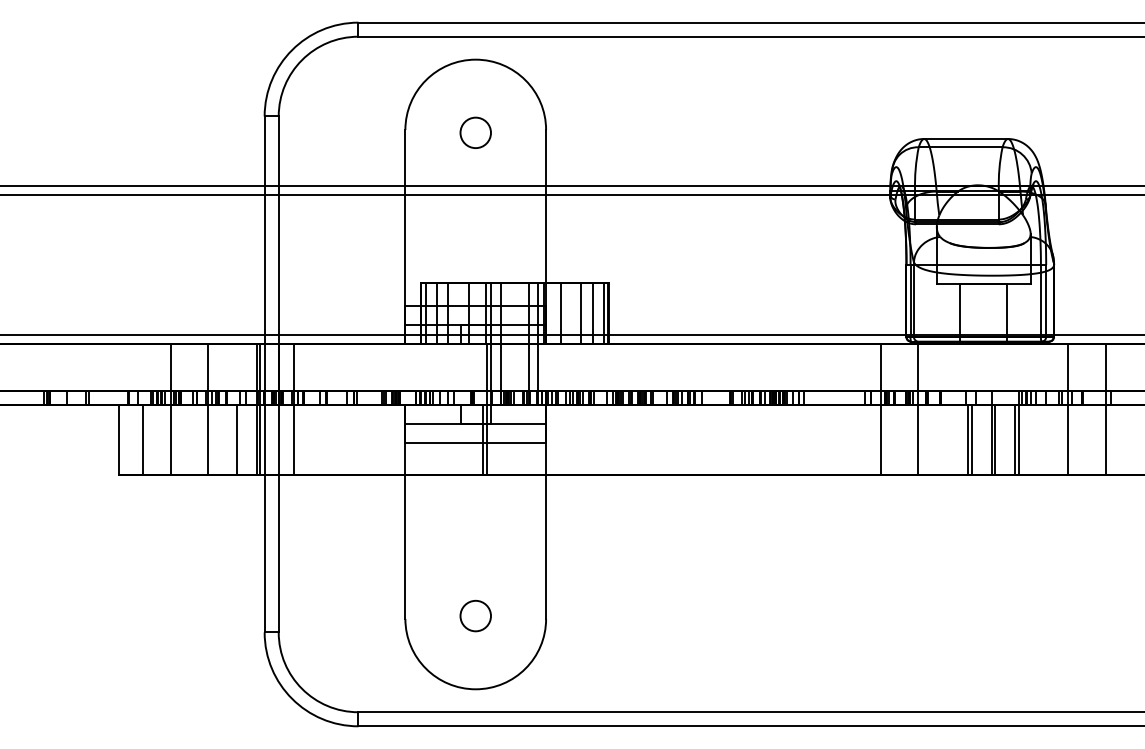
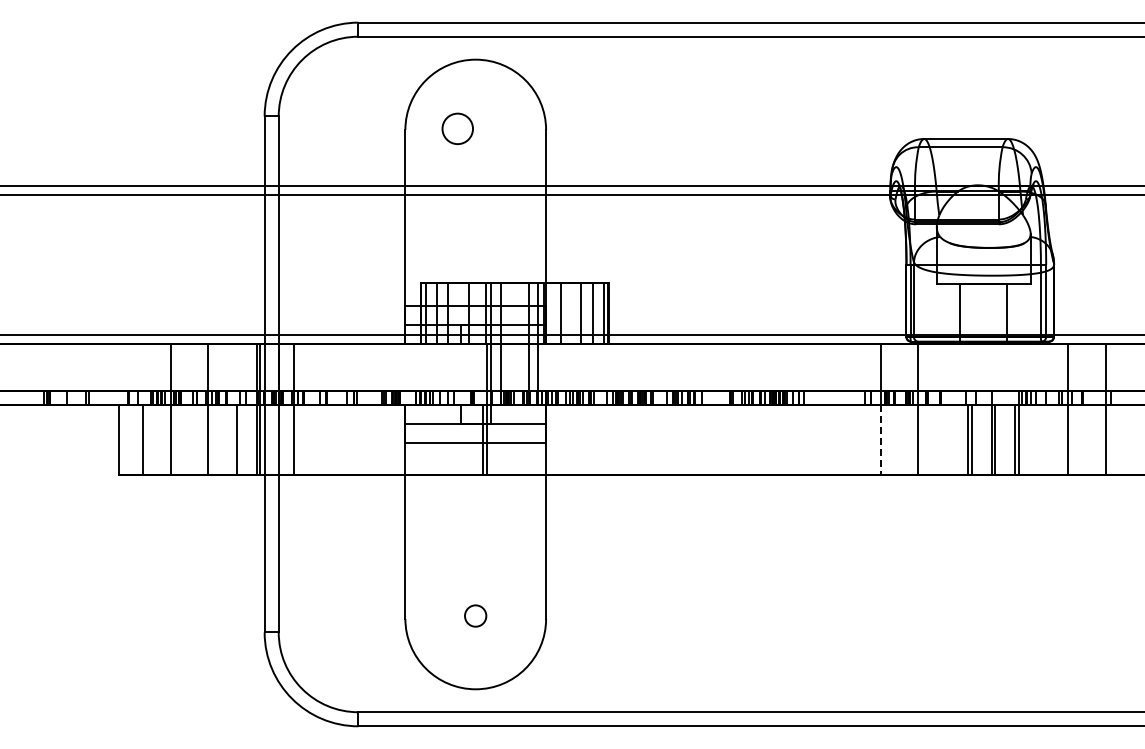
circle at (475, 132) position: (475, 132) -> (457, 128)
line at (880, 440): solid -> dashed
circle at (475, 615) size: 33x34 px -> 24x24 px
